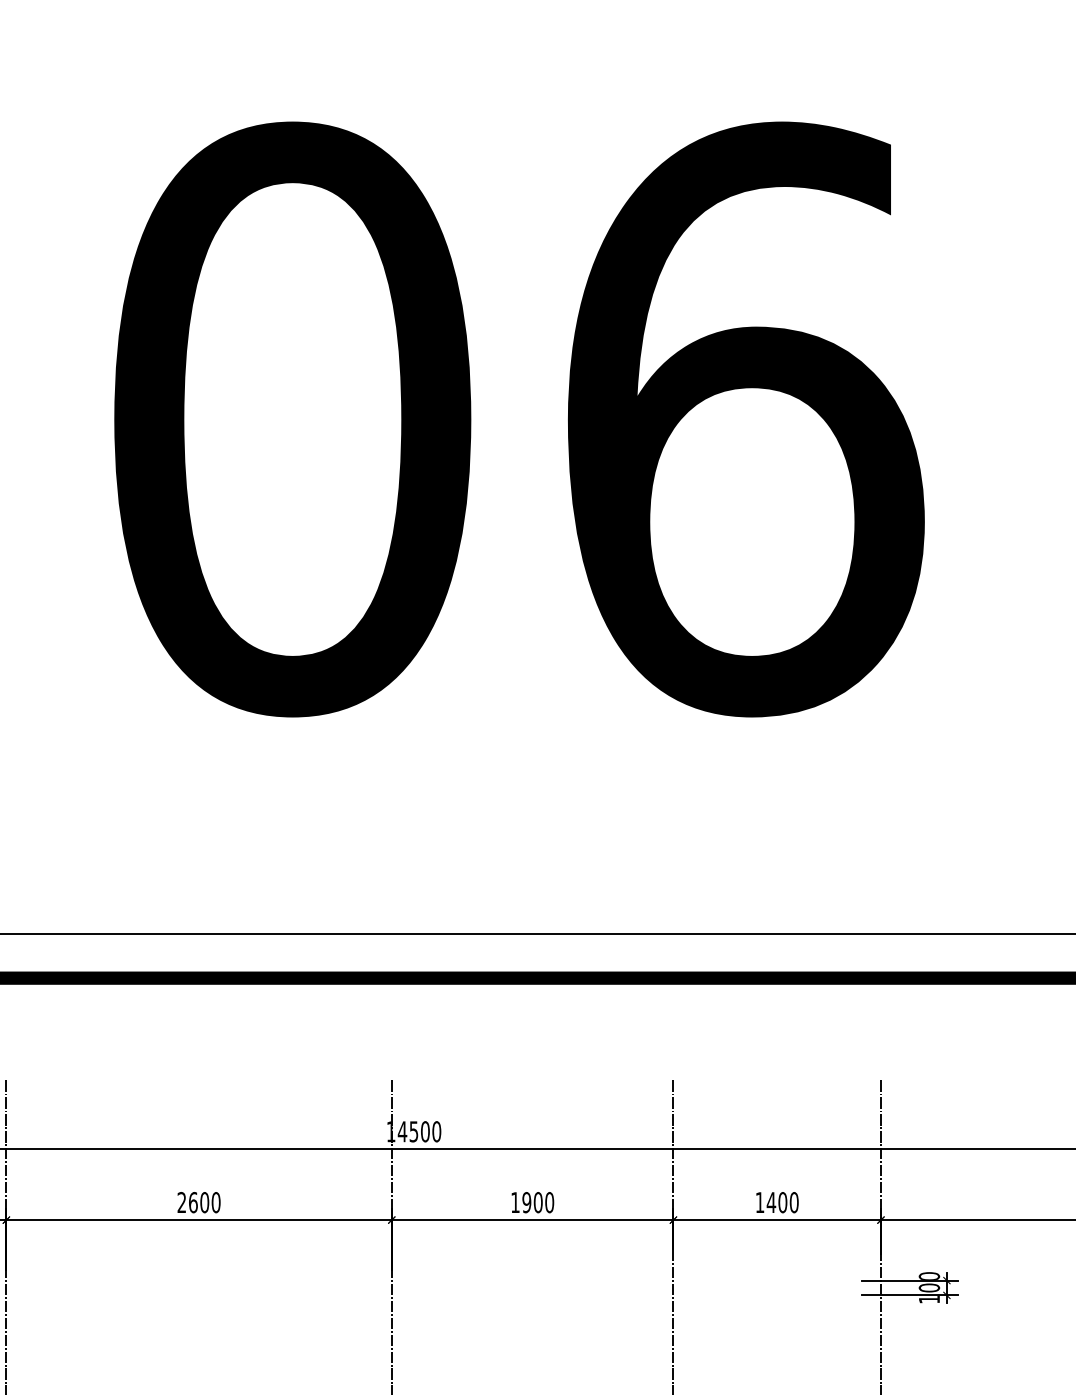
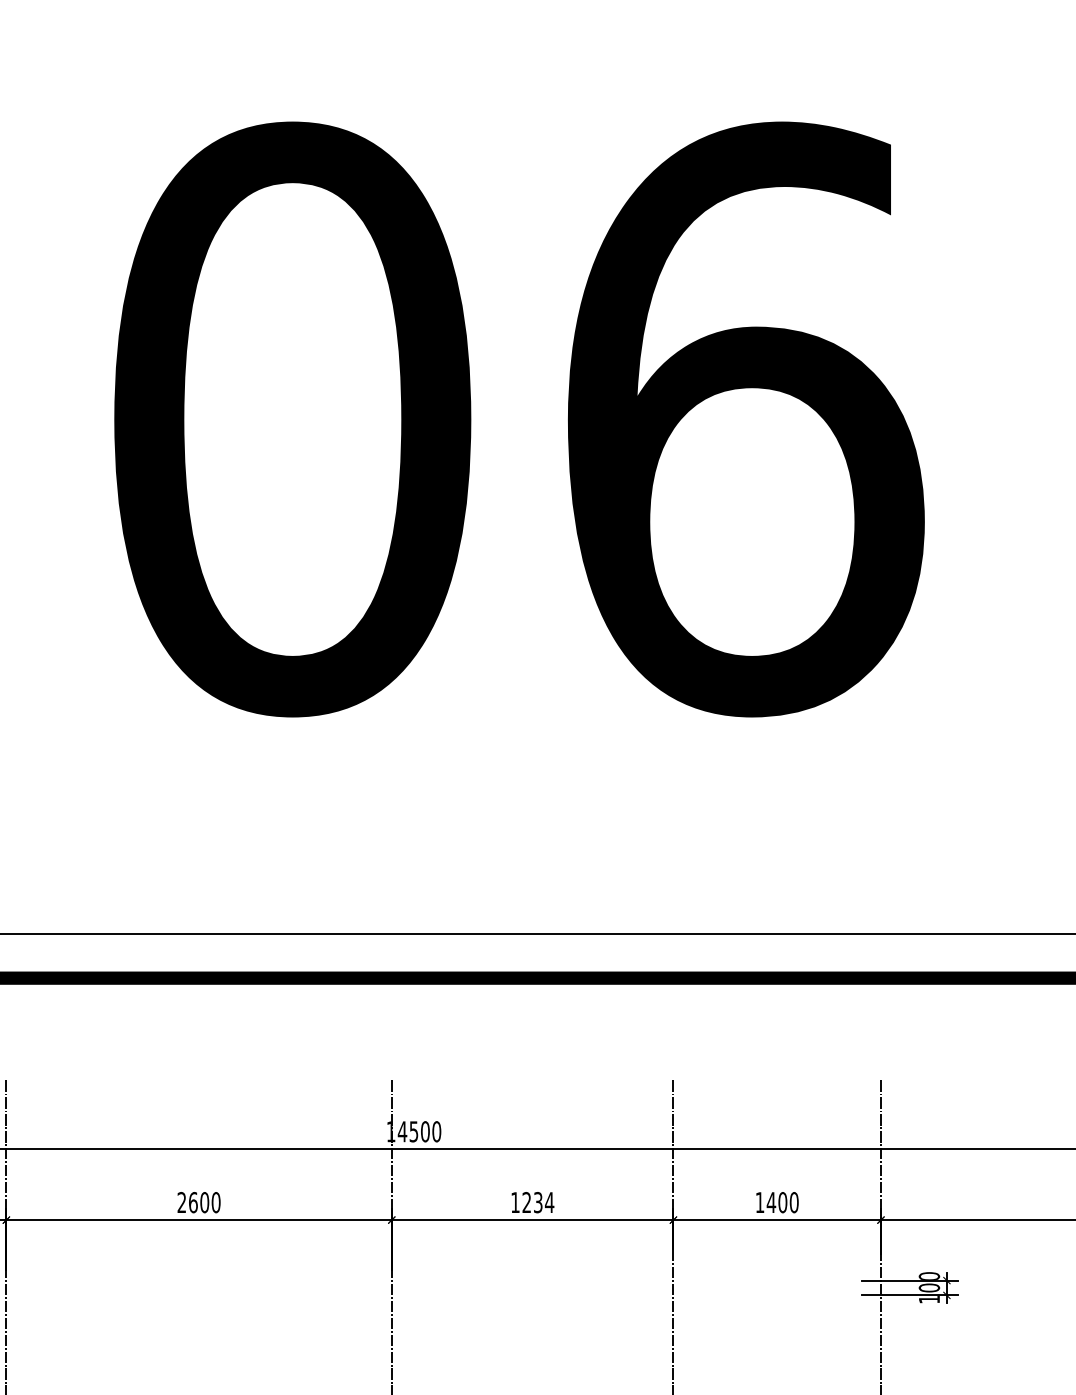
text at (538, 1202): 1900 -> 1234
